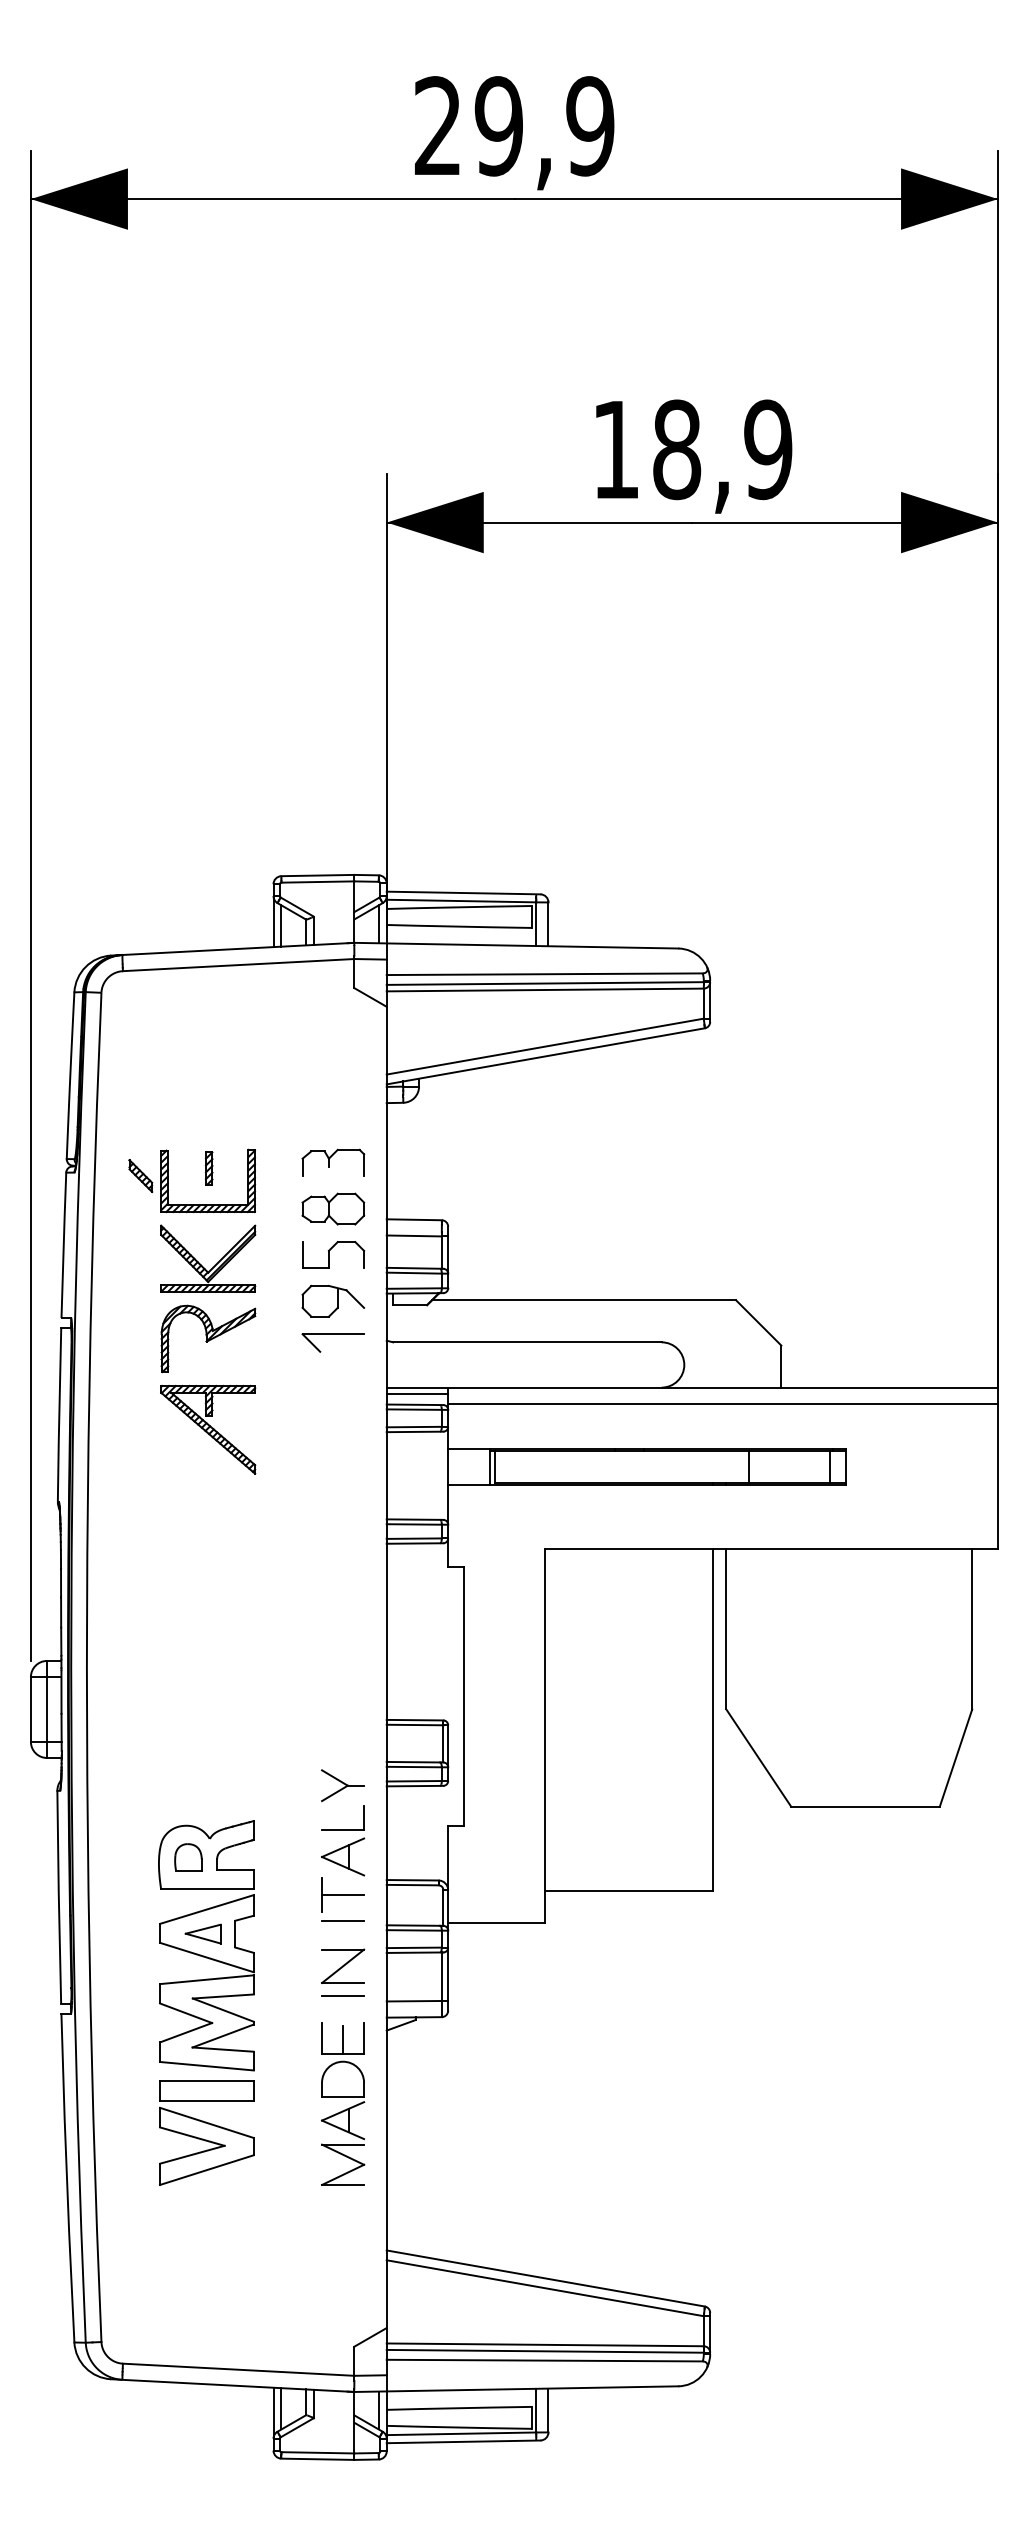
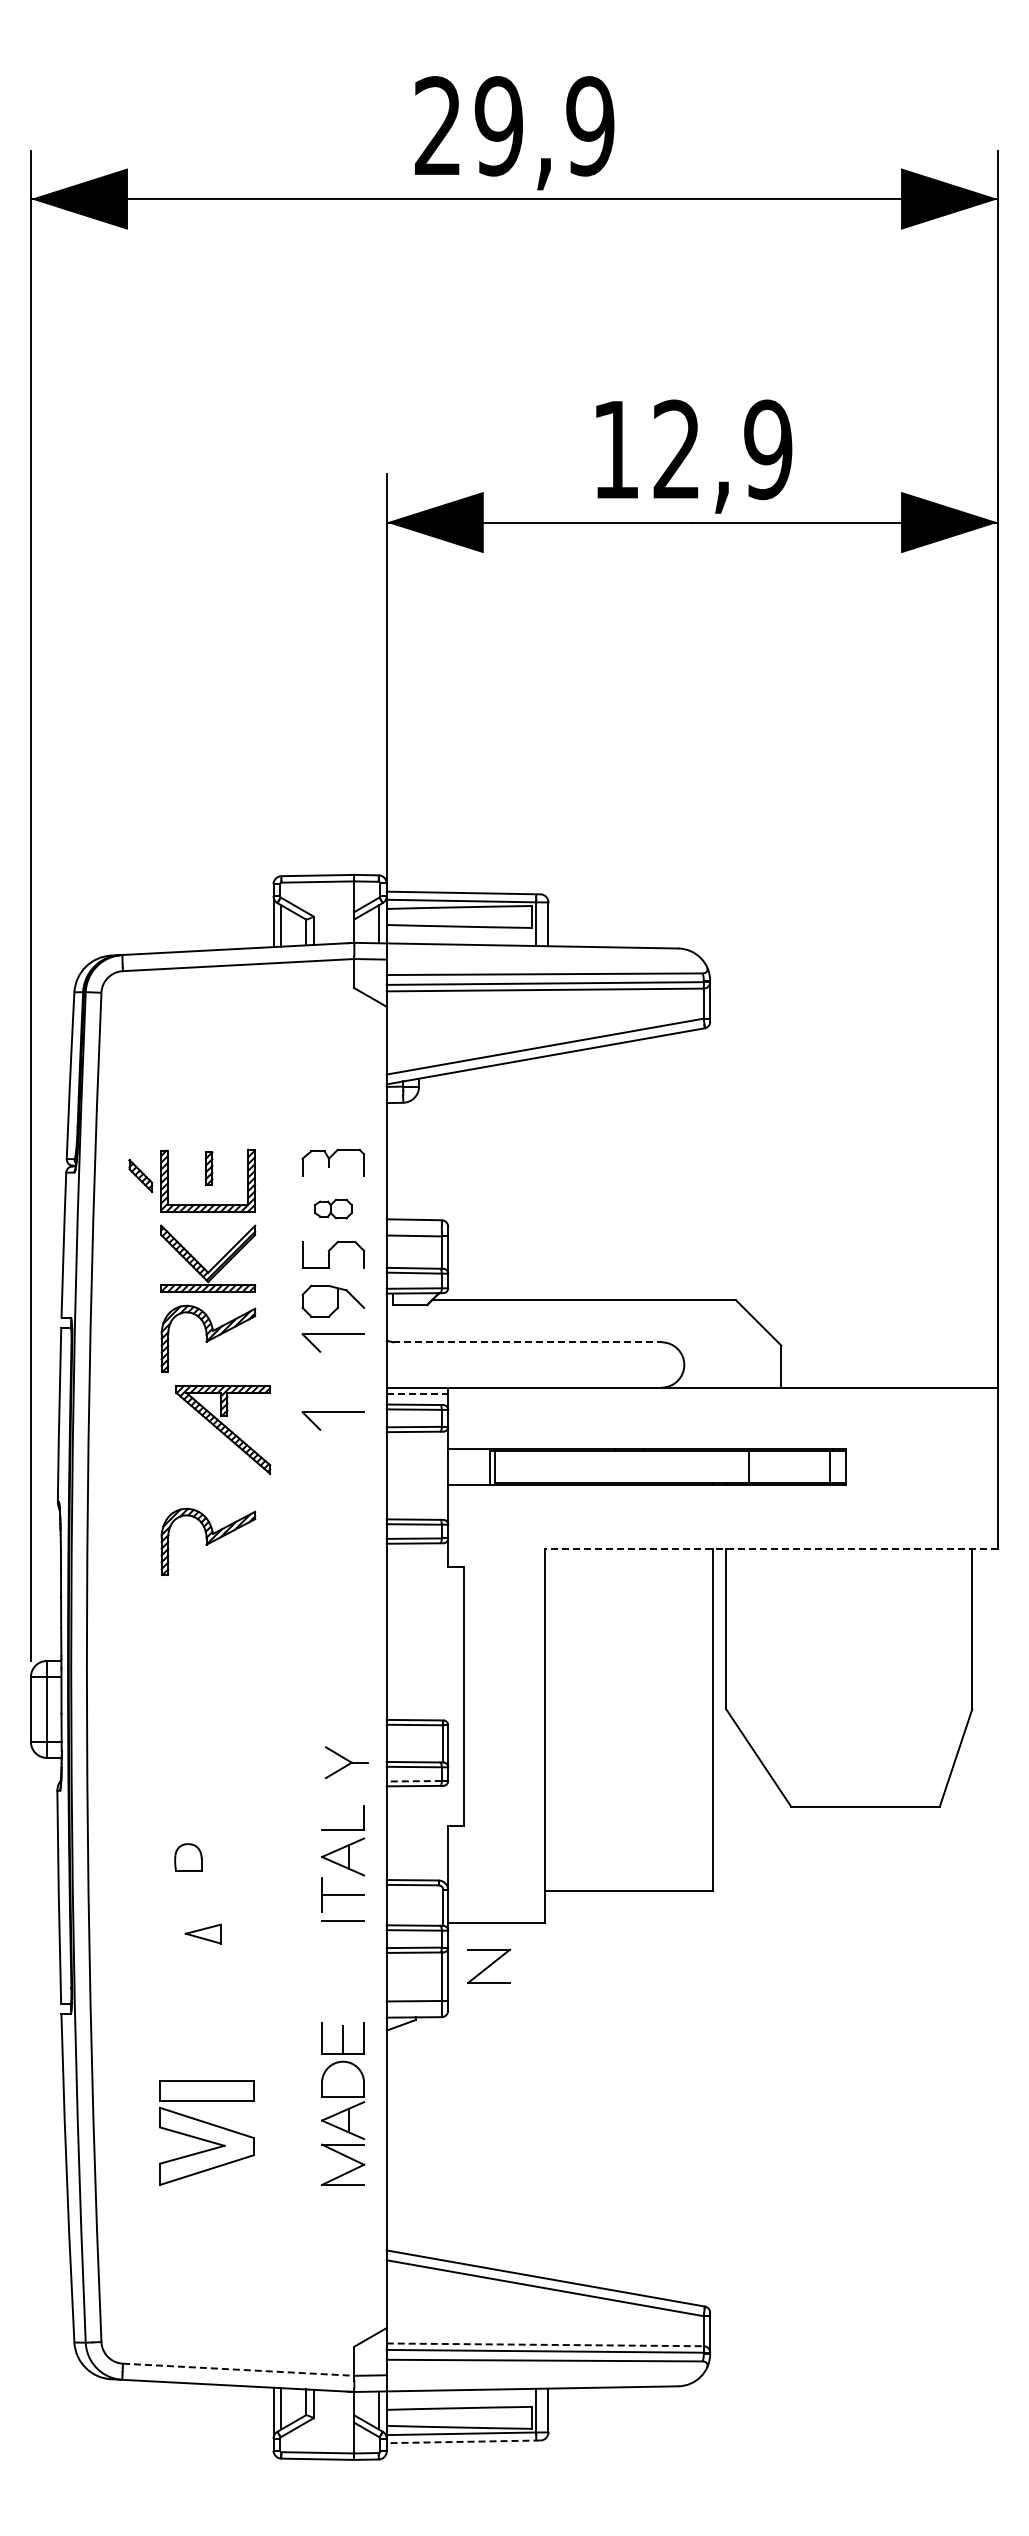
text at (677, 449): 18,9 -> 12,9
part at (333, 1208) size: 65x34 px -> 39x22 px
line at (527, 1342): solid -> dashed
line at (417, 1394): solid -> dashed
line at (723, 1403): present -> none
part at (332, 1412): none -> present
part at (208, 1429) position: (208, 1429) -> (223, 1429)
part at (208, 1541): none -> present
line at (771, 1549): solid -> dashed
line at (414, 1781): solid -> dashed
part at (342, 1785) position: (342, 1785) -> (346, 1762)
part at (206, 1945): present -> none
part at (343, 1965) position: (343, 1965) -> (489, 1965)
line at (343, 1995): present -> none
line at (545, 2344): solid -> dashed
line at (238, 2369): solid -> dashed
line at (463, 2441): solid -> dashed
